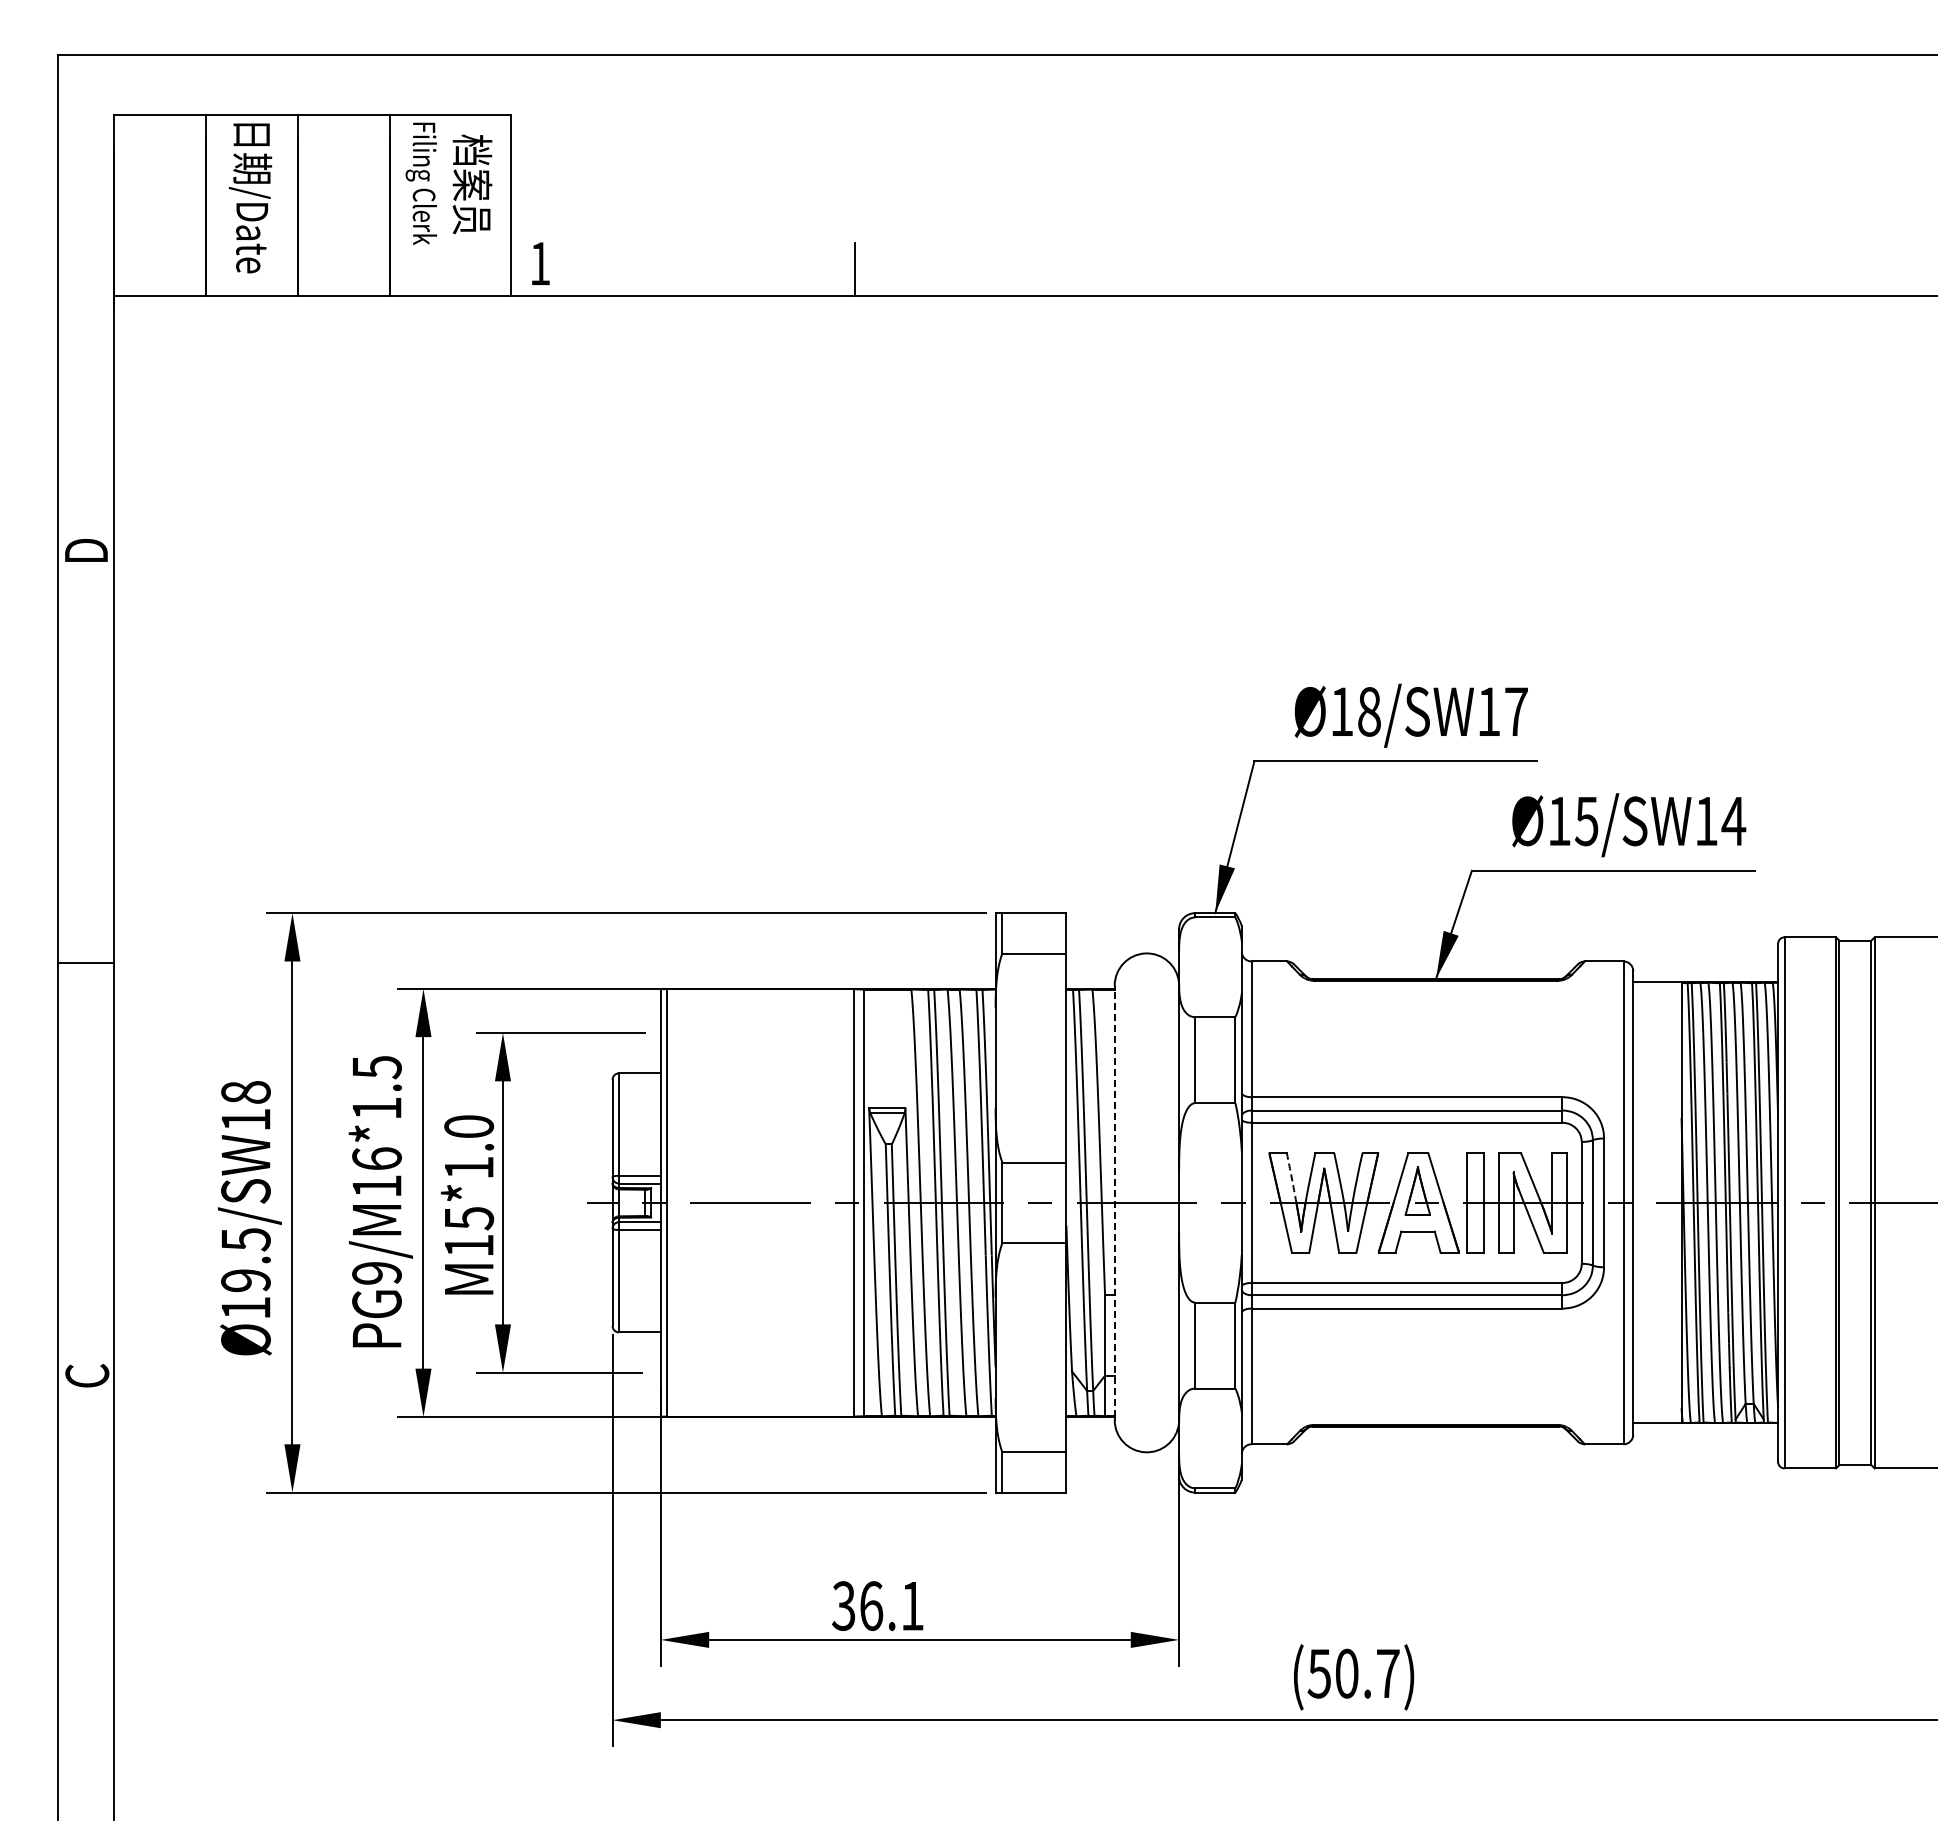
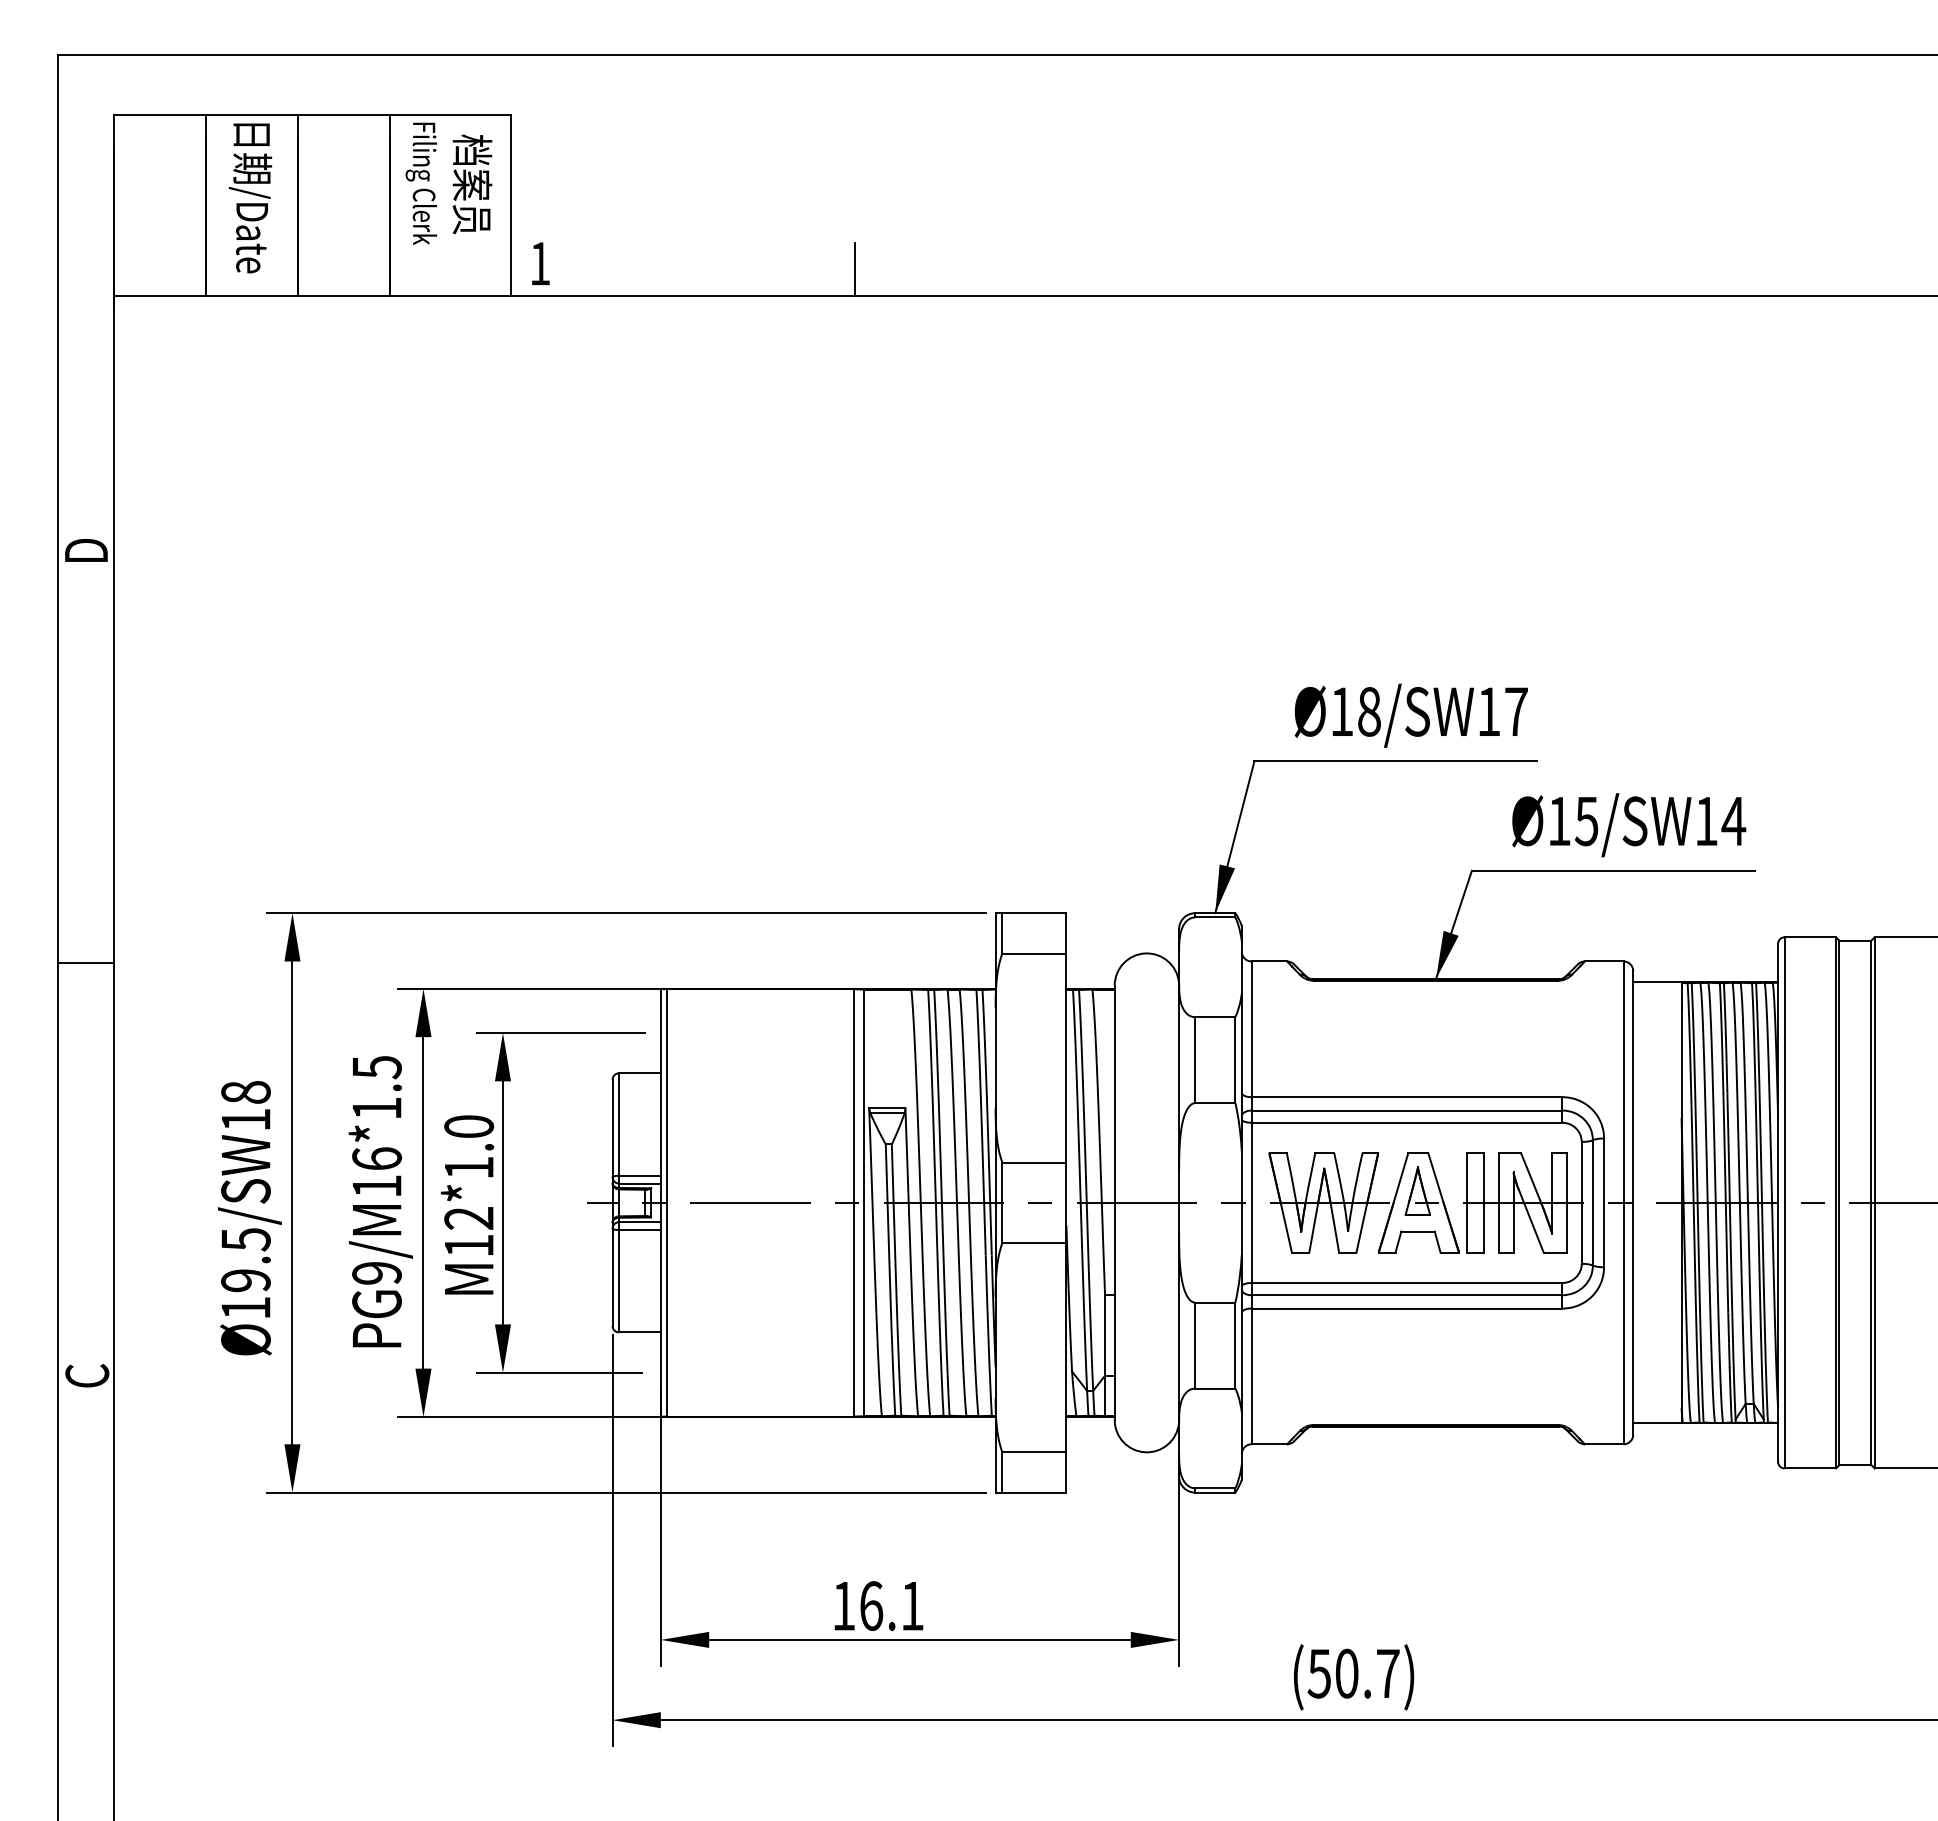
arc at (1291, 1178): dashed -> solid
line at (1114, 1202): dashed -> solid
text at (469, 1218): M15*1.0 -> M12*1.0
text at (843, 1606): 36.1 -> 16.1
